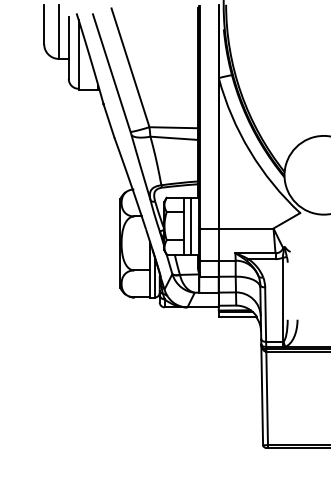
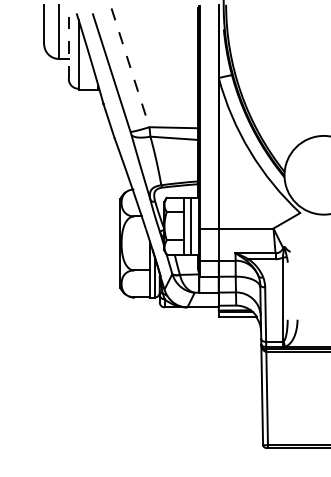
line at (68, 47): solid -> dashed
line at (130, 68): solid -> dashed
